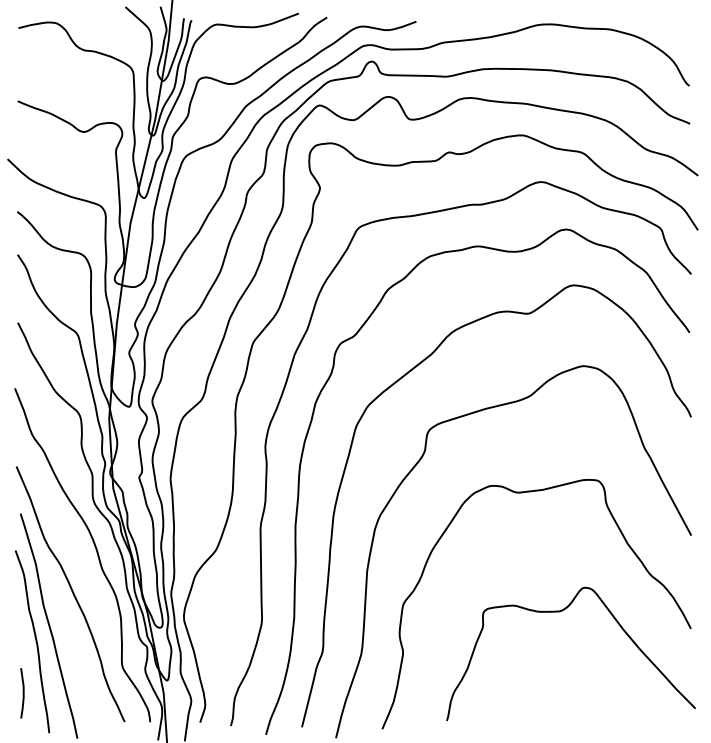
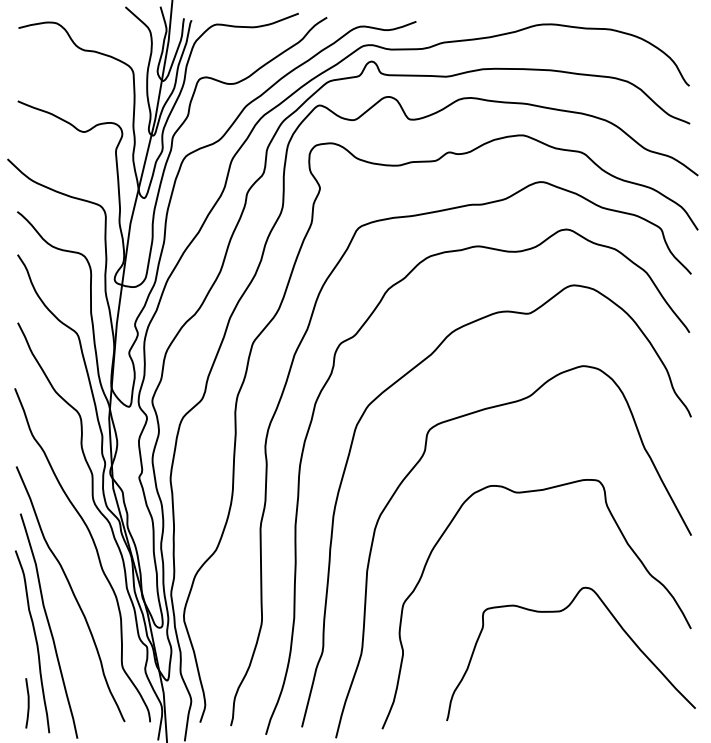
line at (22, 693) position: (22, 693) -> (27, 703)
